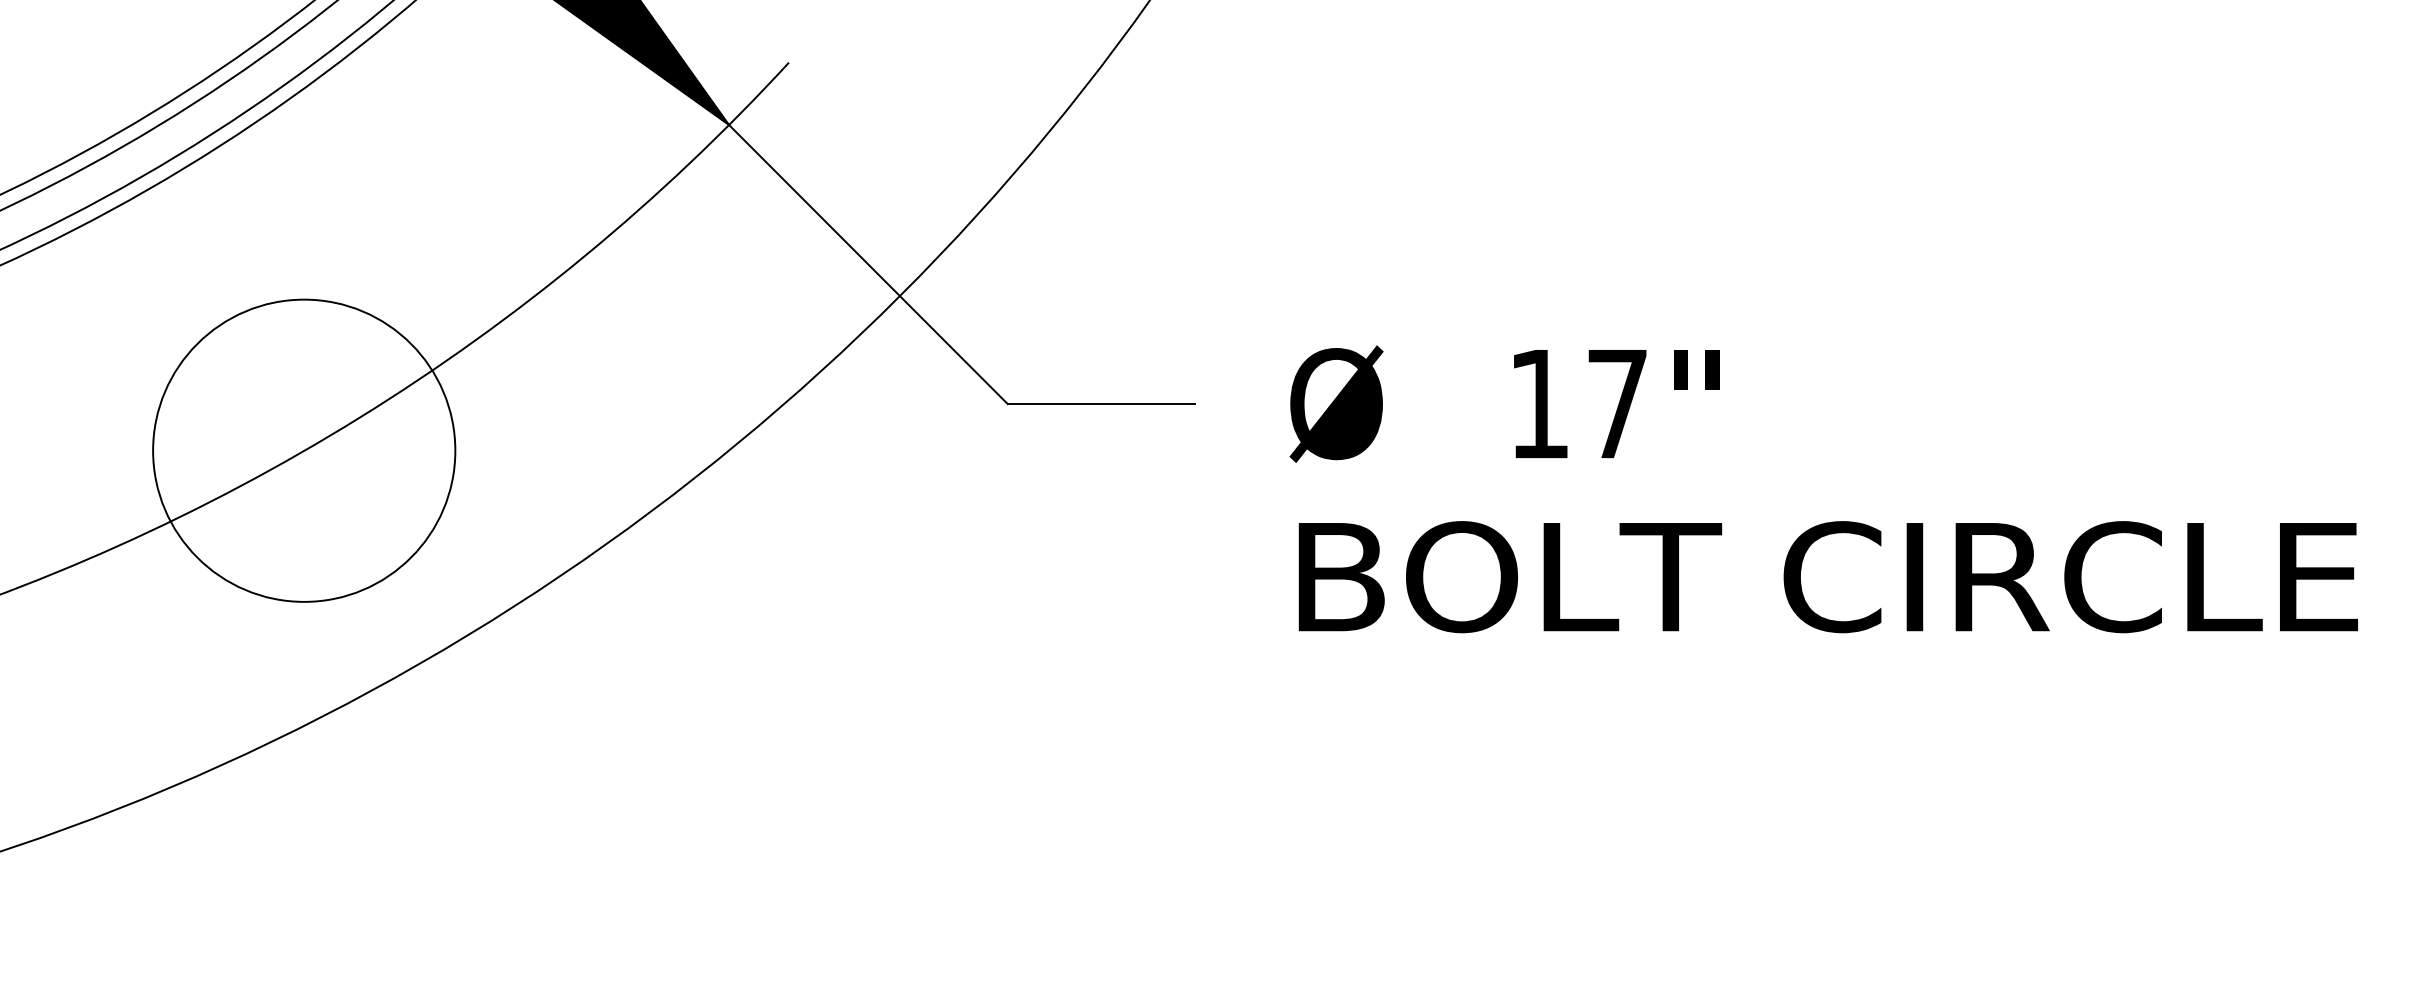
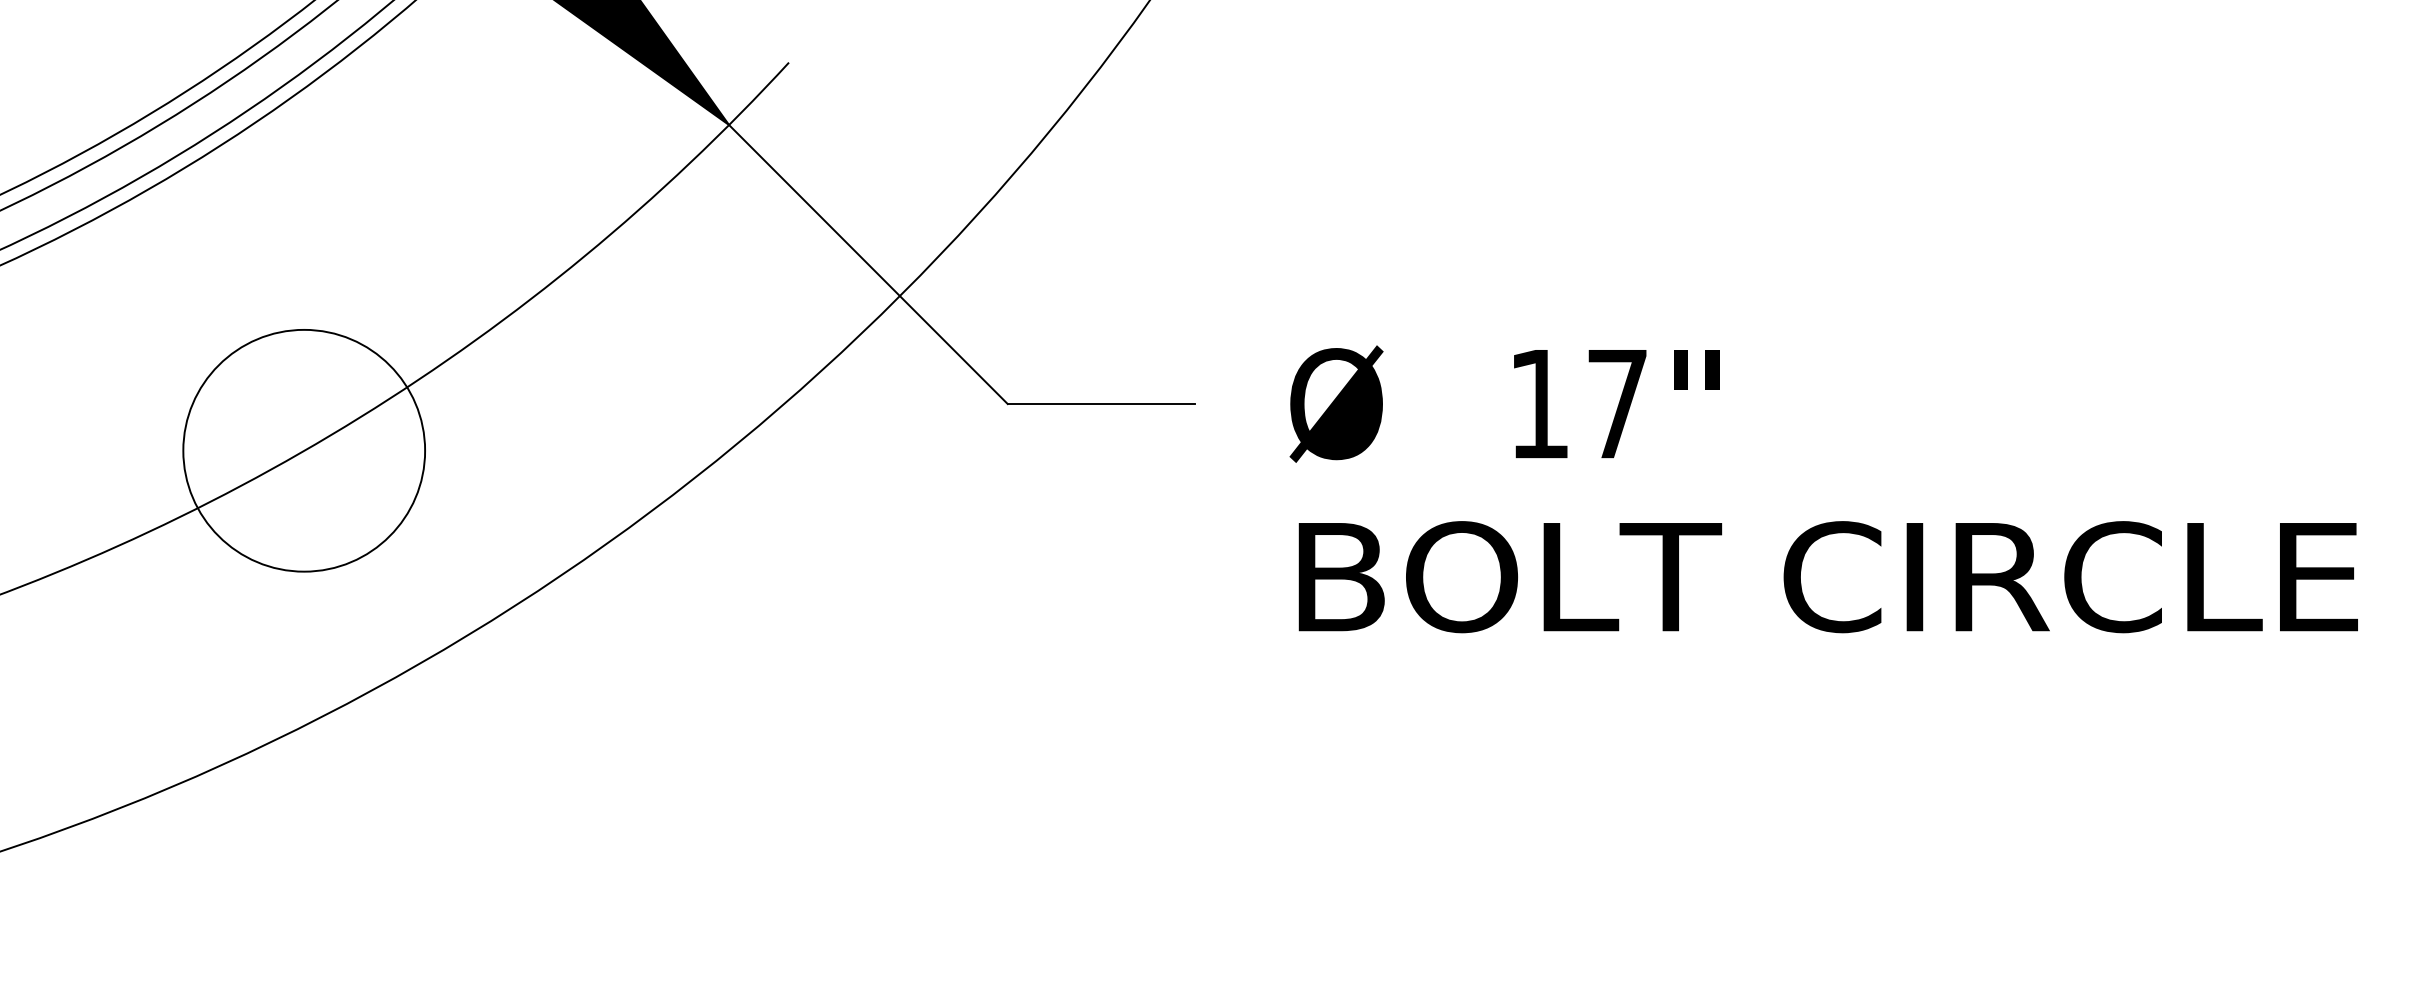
circle at (304, 450) diameter: 302 px -> 242 px
